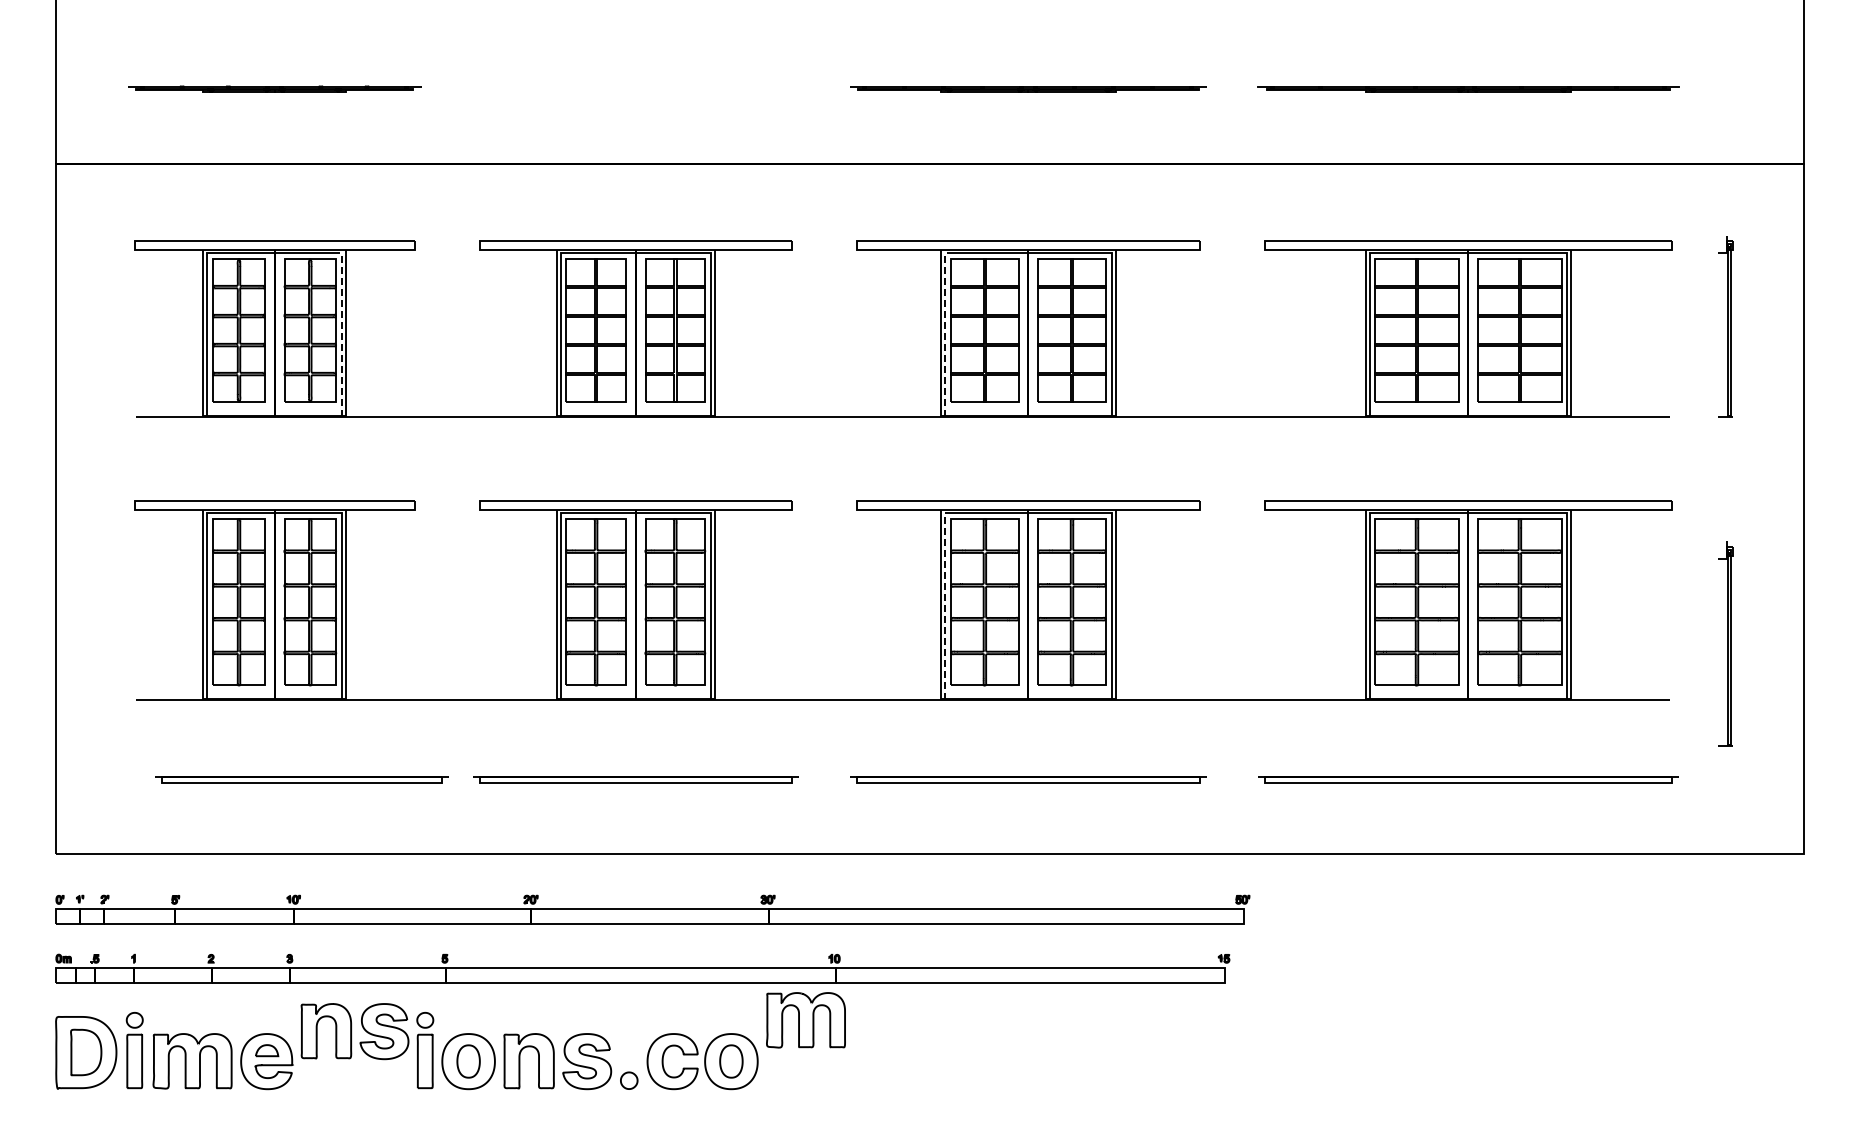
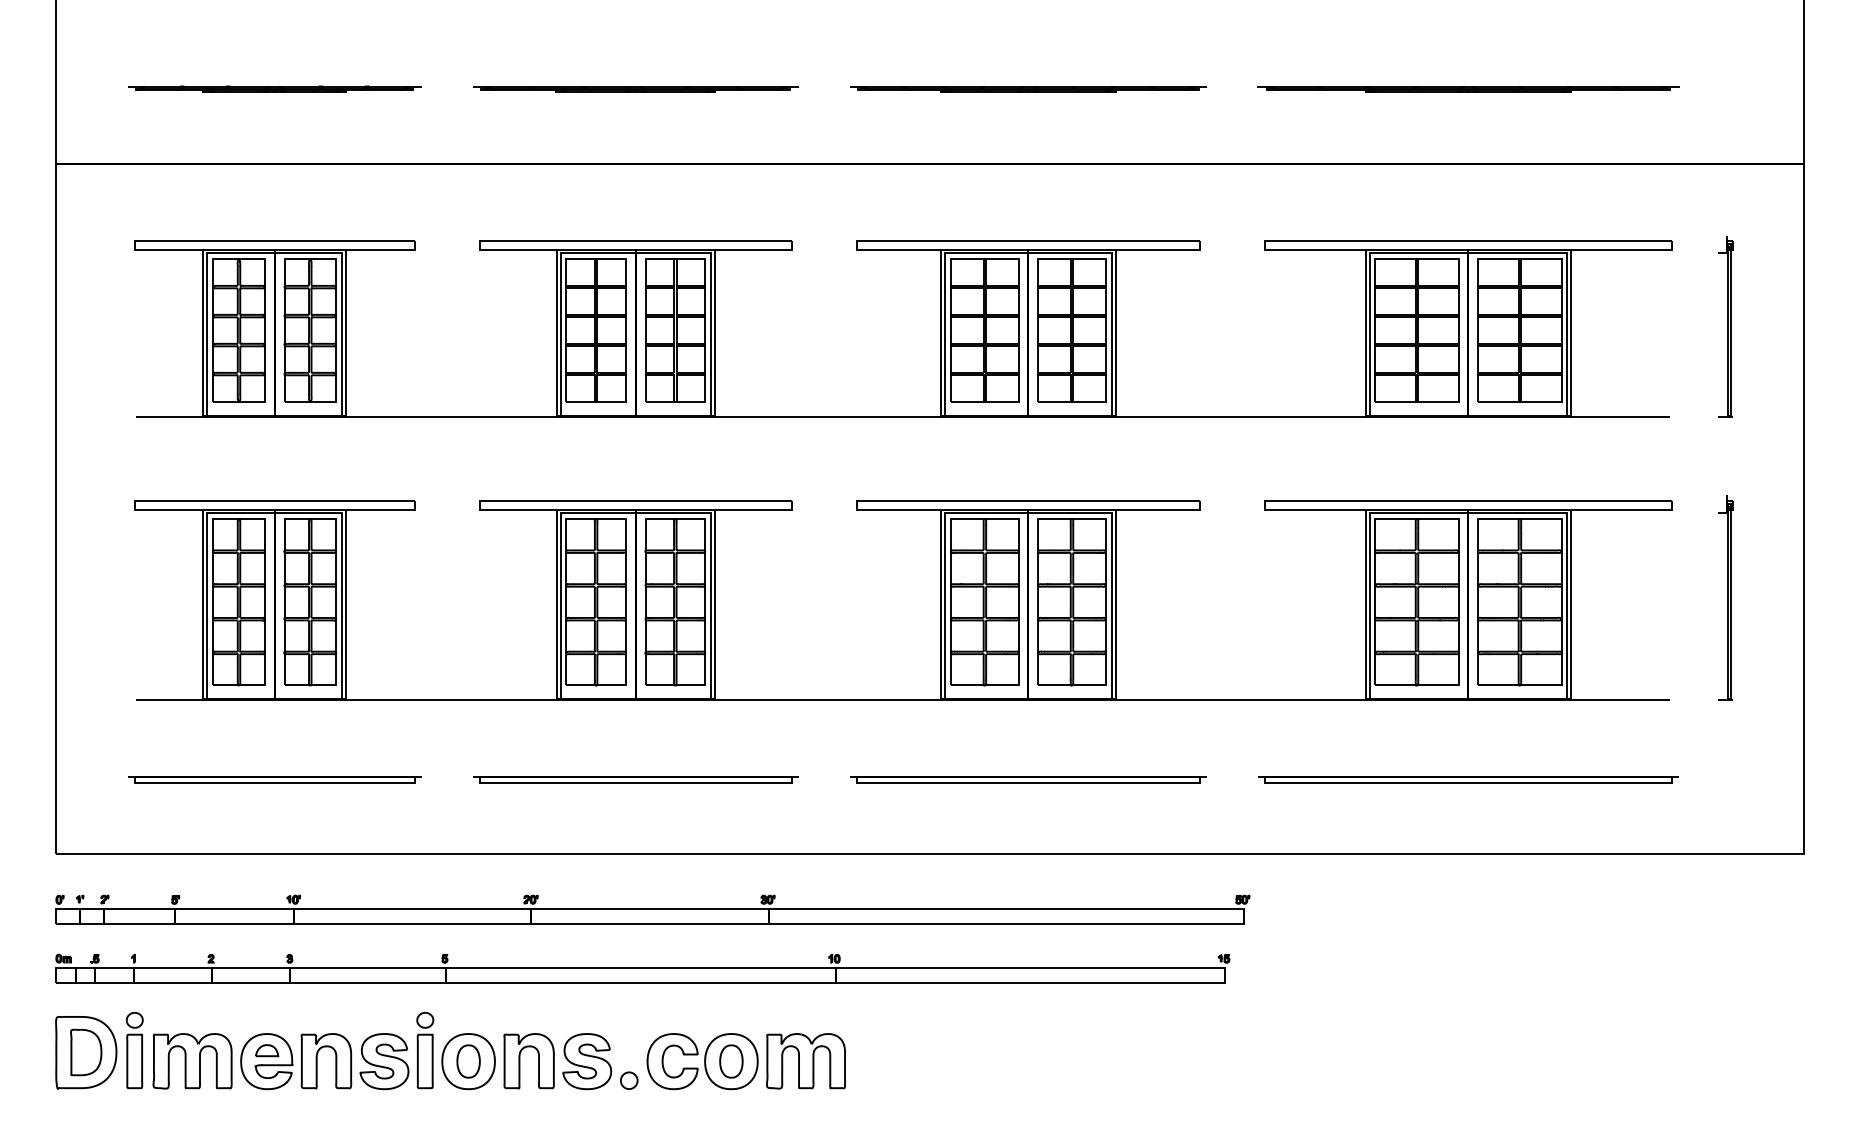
part at (635, 89): none -> present
line at (341, 333): dashed -> solid
line at (945, 333): dashed -> solid
line at (945, 604): dashed -> solid
part at (1725, 643) position: (1725, 643) -> (1725, 597)
part at (301, 779) position: (301, 779) -> (274, 779)
part at (805, 1020) position: (805, 1020) -> (805, 1061)
part at (354, 1031) position: (354, 1031) -> (354, 1061)
